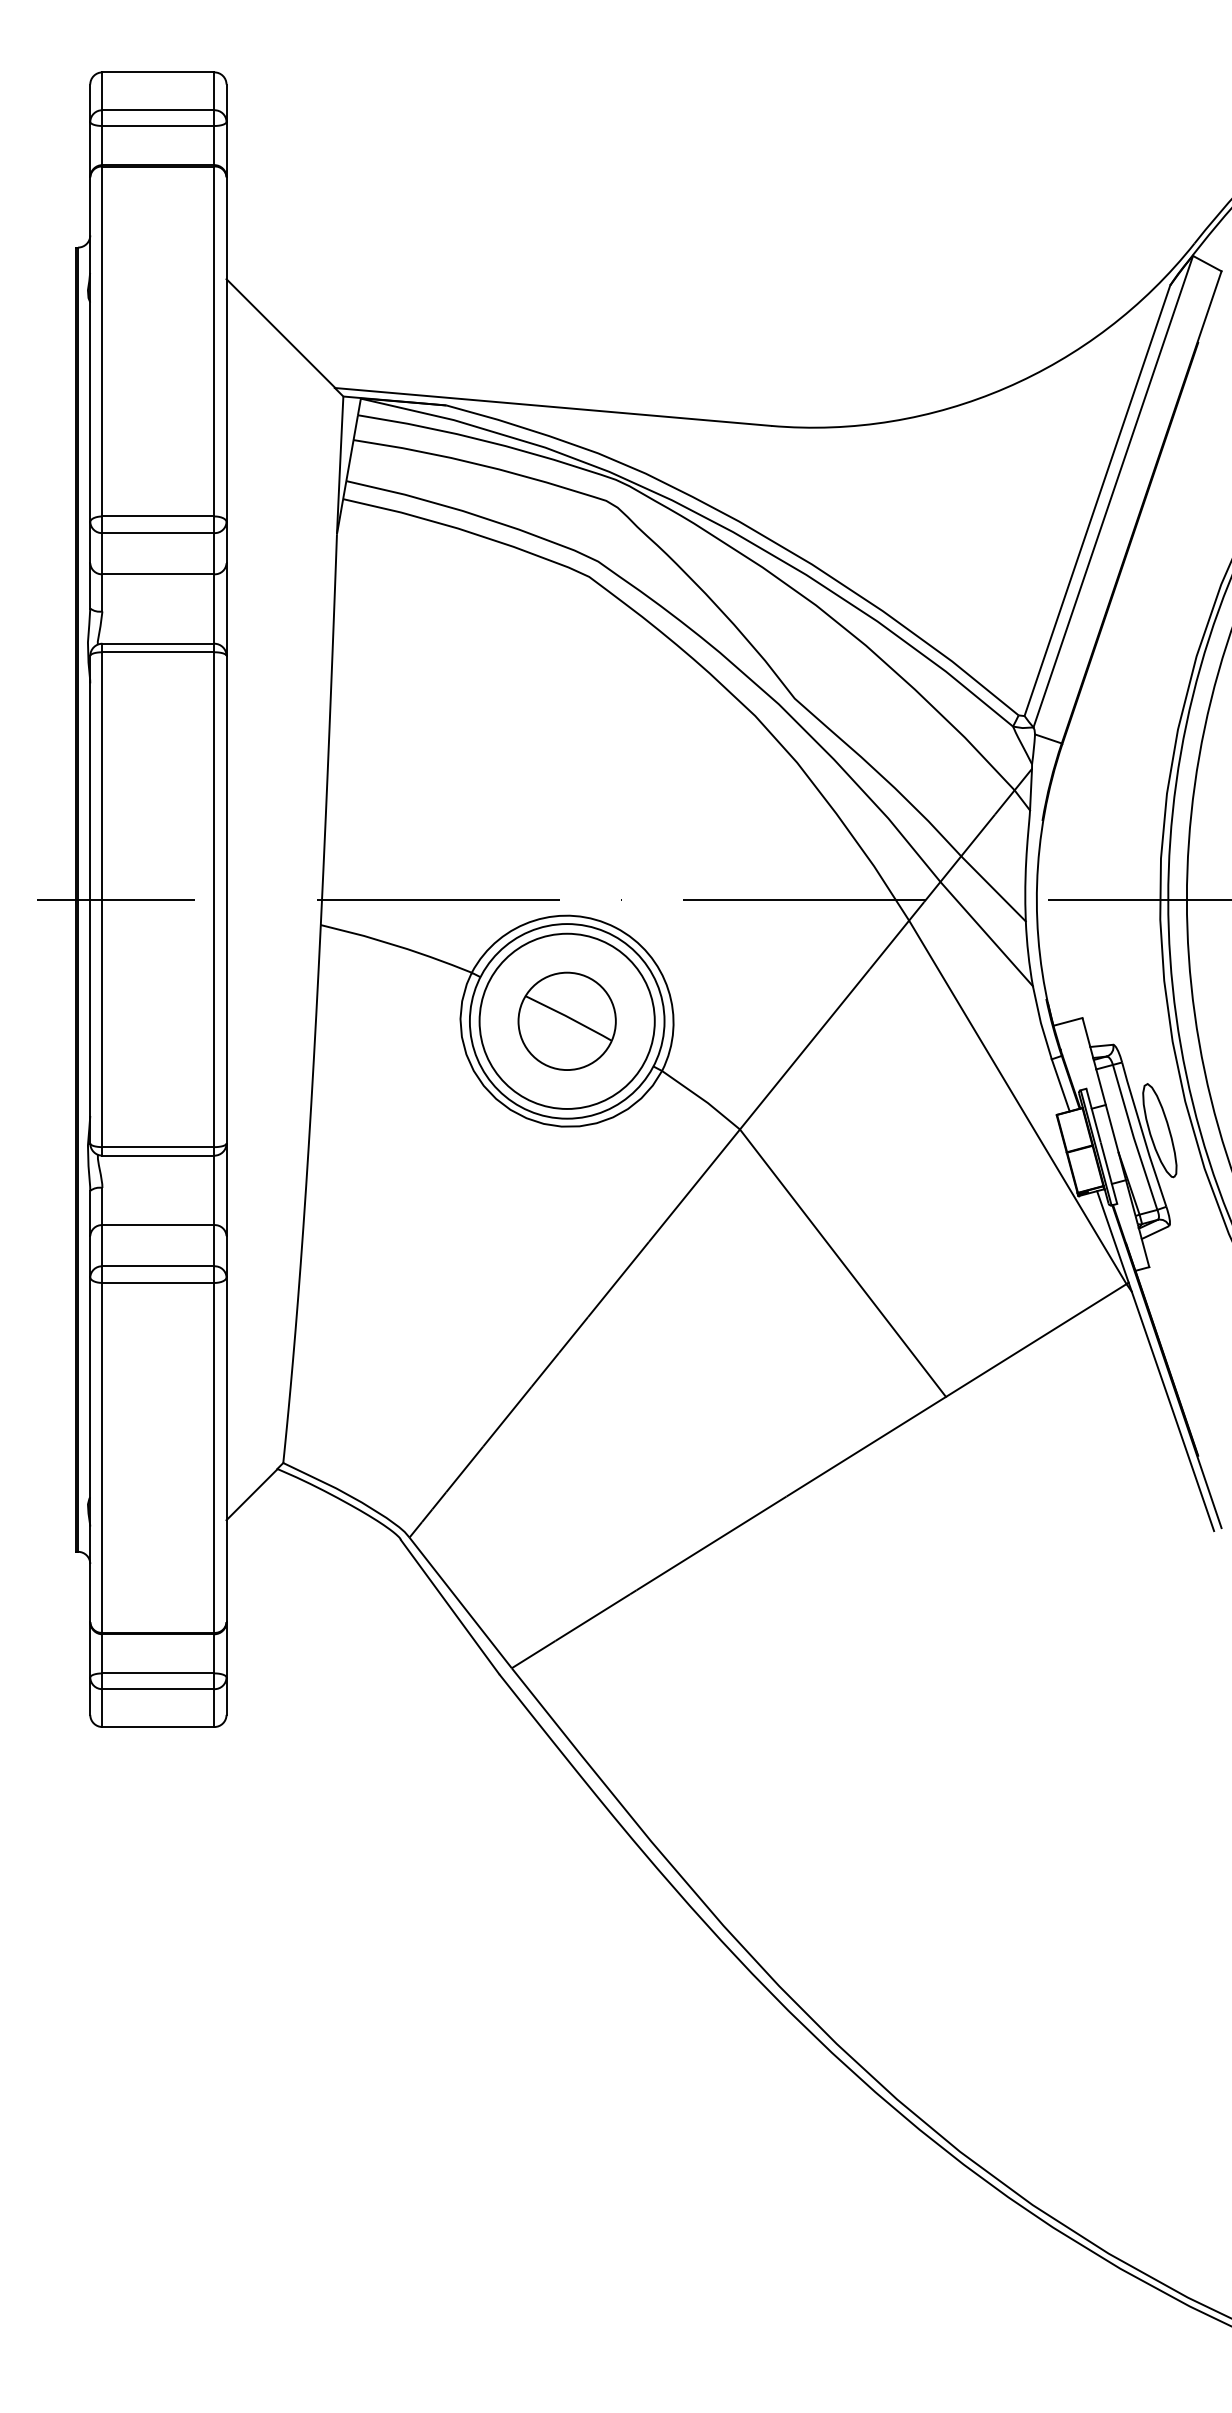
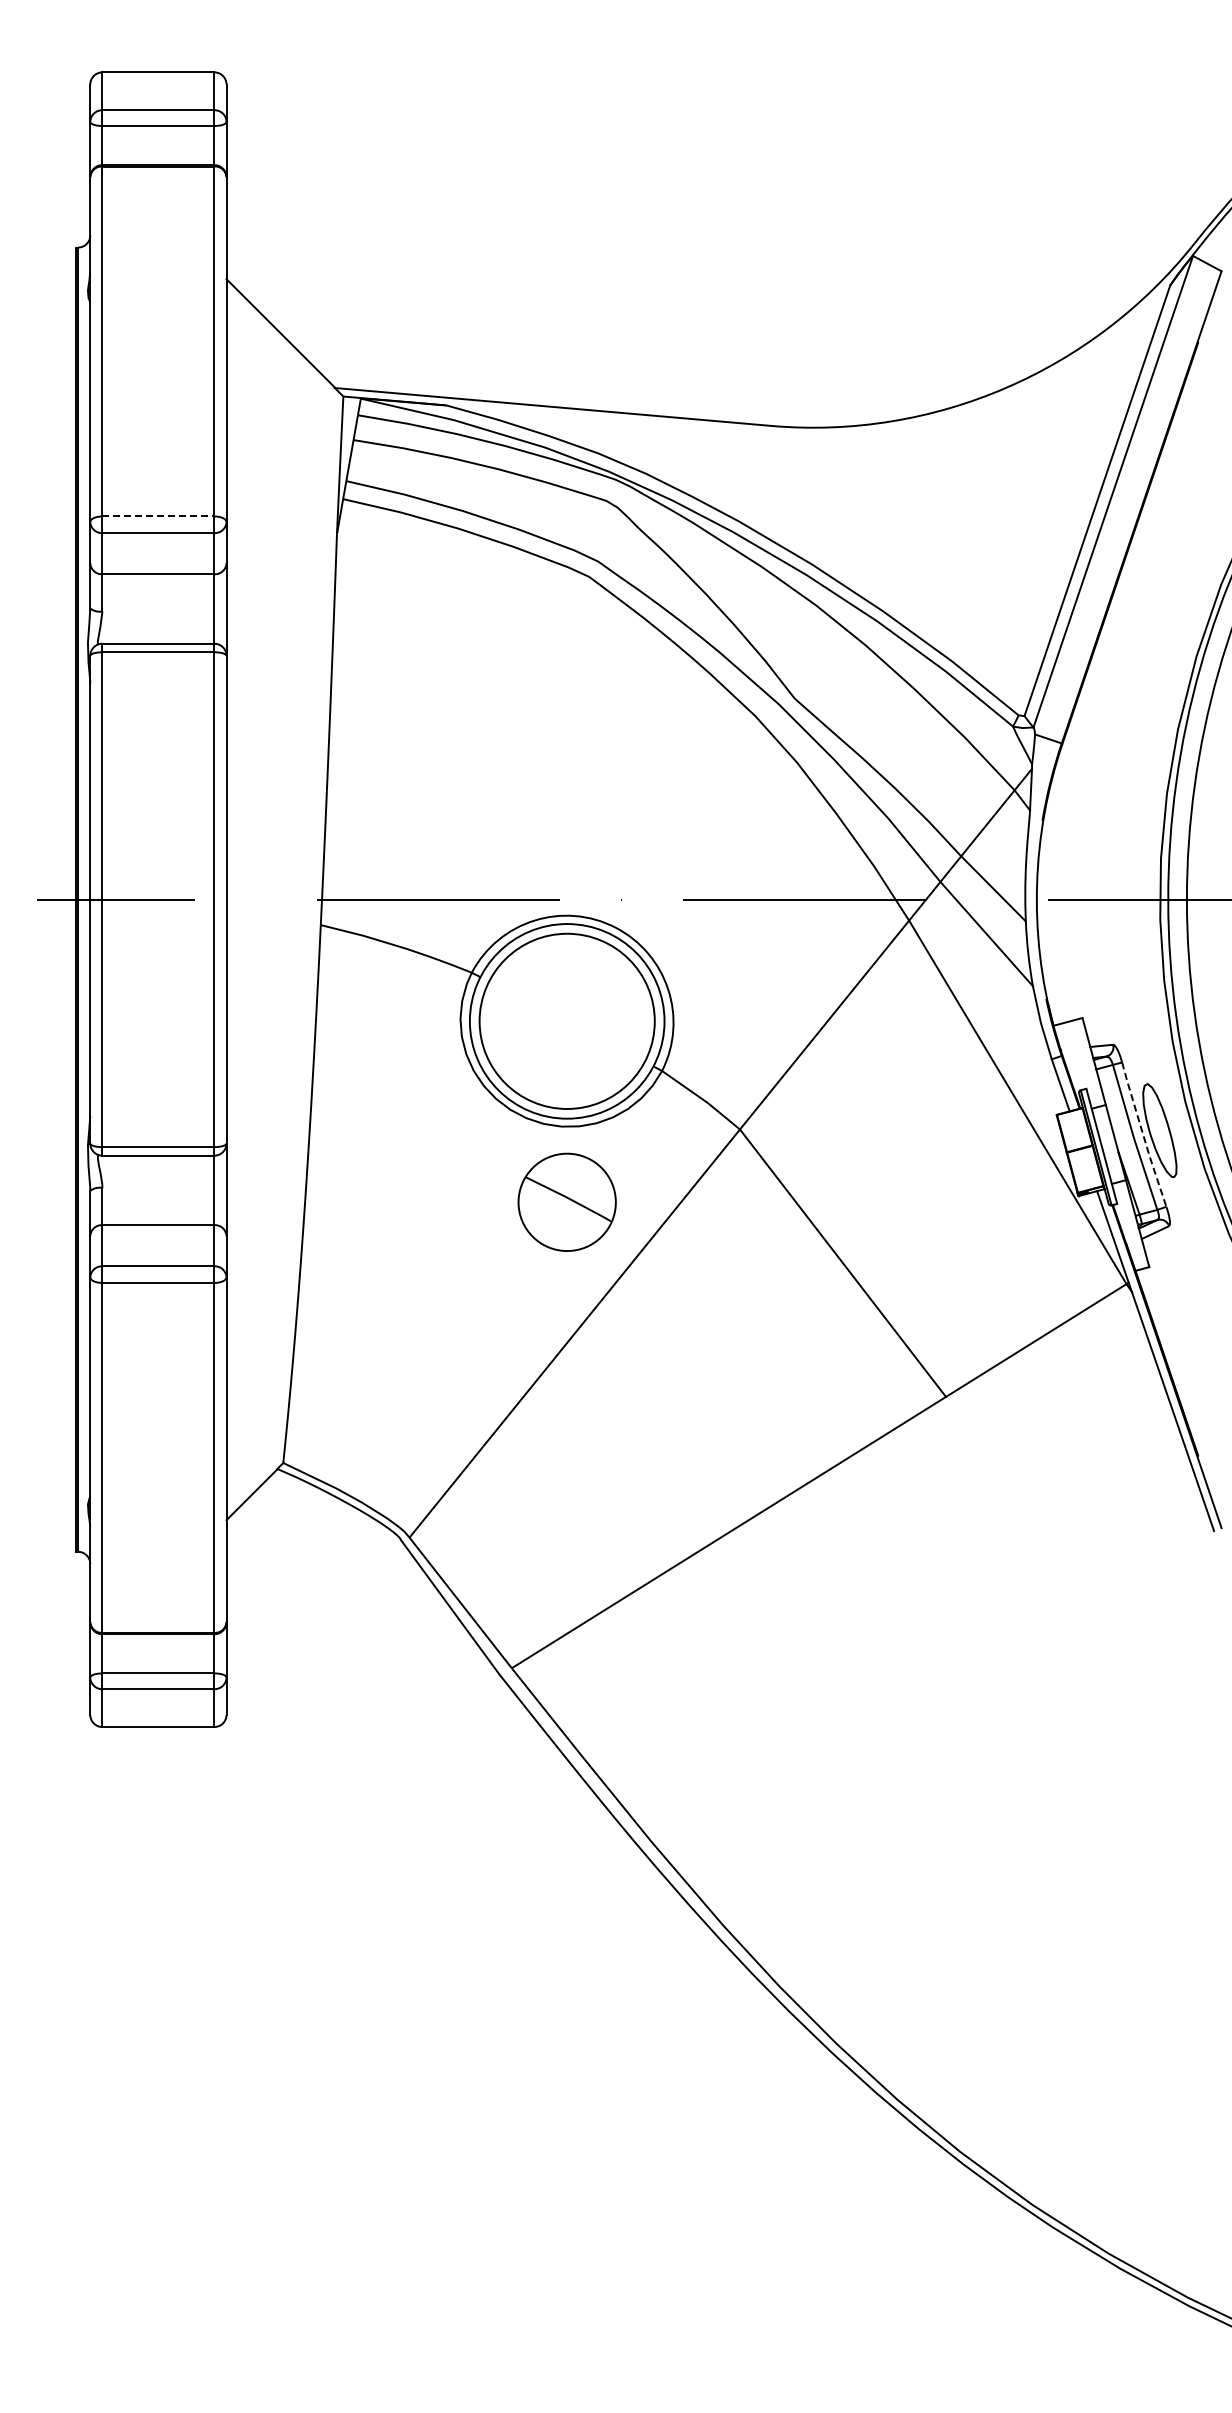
line at (158, 516): solid -> dashed
part at (566, 1020) position: (566, 1020) -> (566, 1201)
line at (1143, 1134): solid -> dashed
